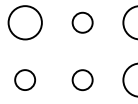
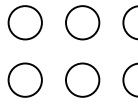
circle at (82, 22) diameter: 20 px -> 33 px
circle at (24, 79) size: 22x22 px -> 36x36 px
circle at (82, 80) diameter: 20 px -> 33 px
